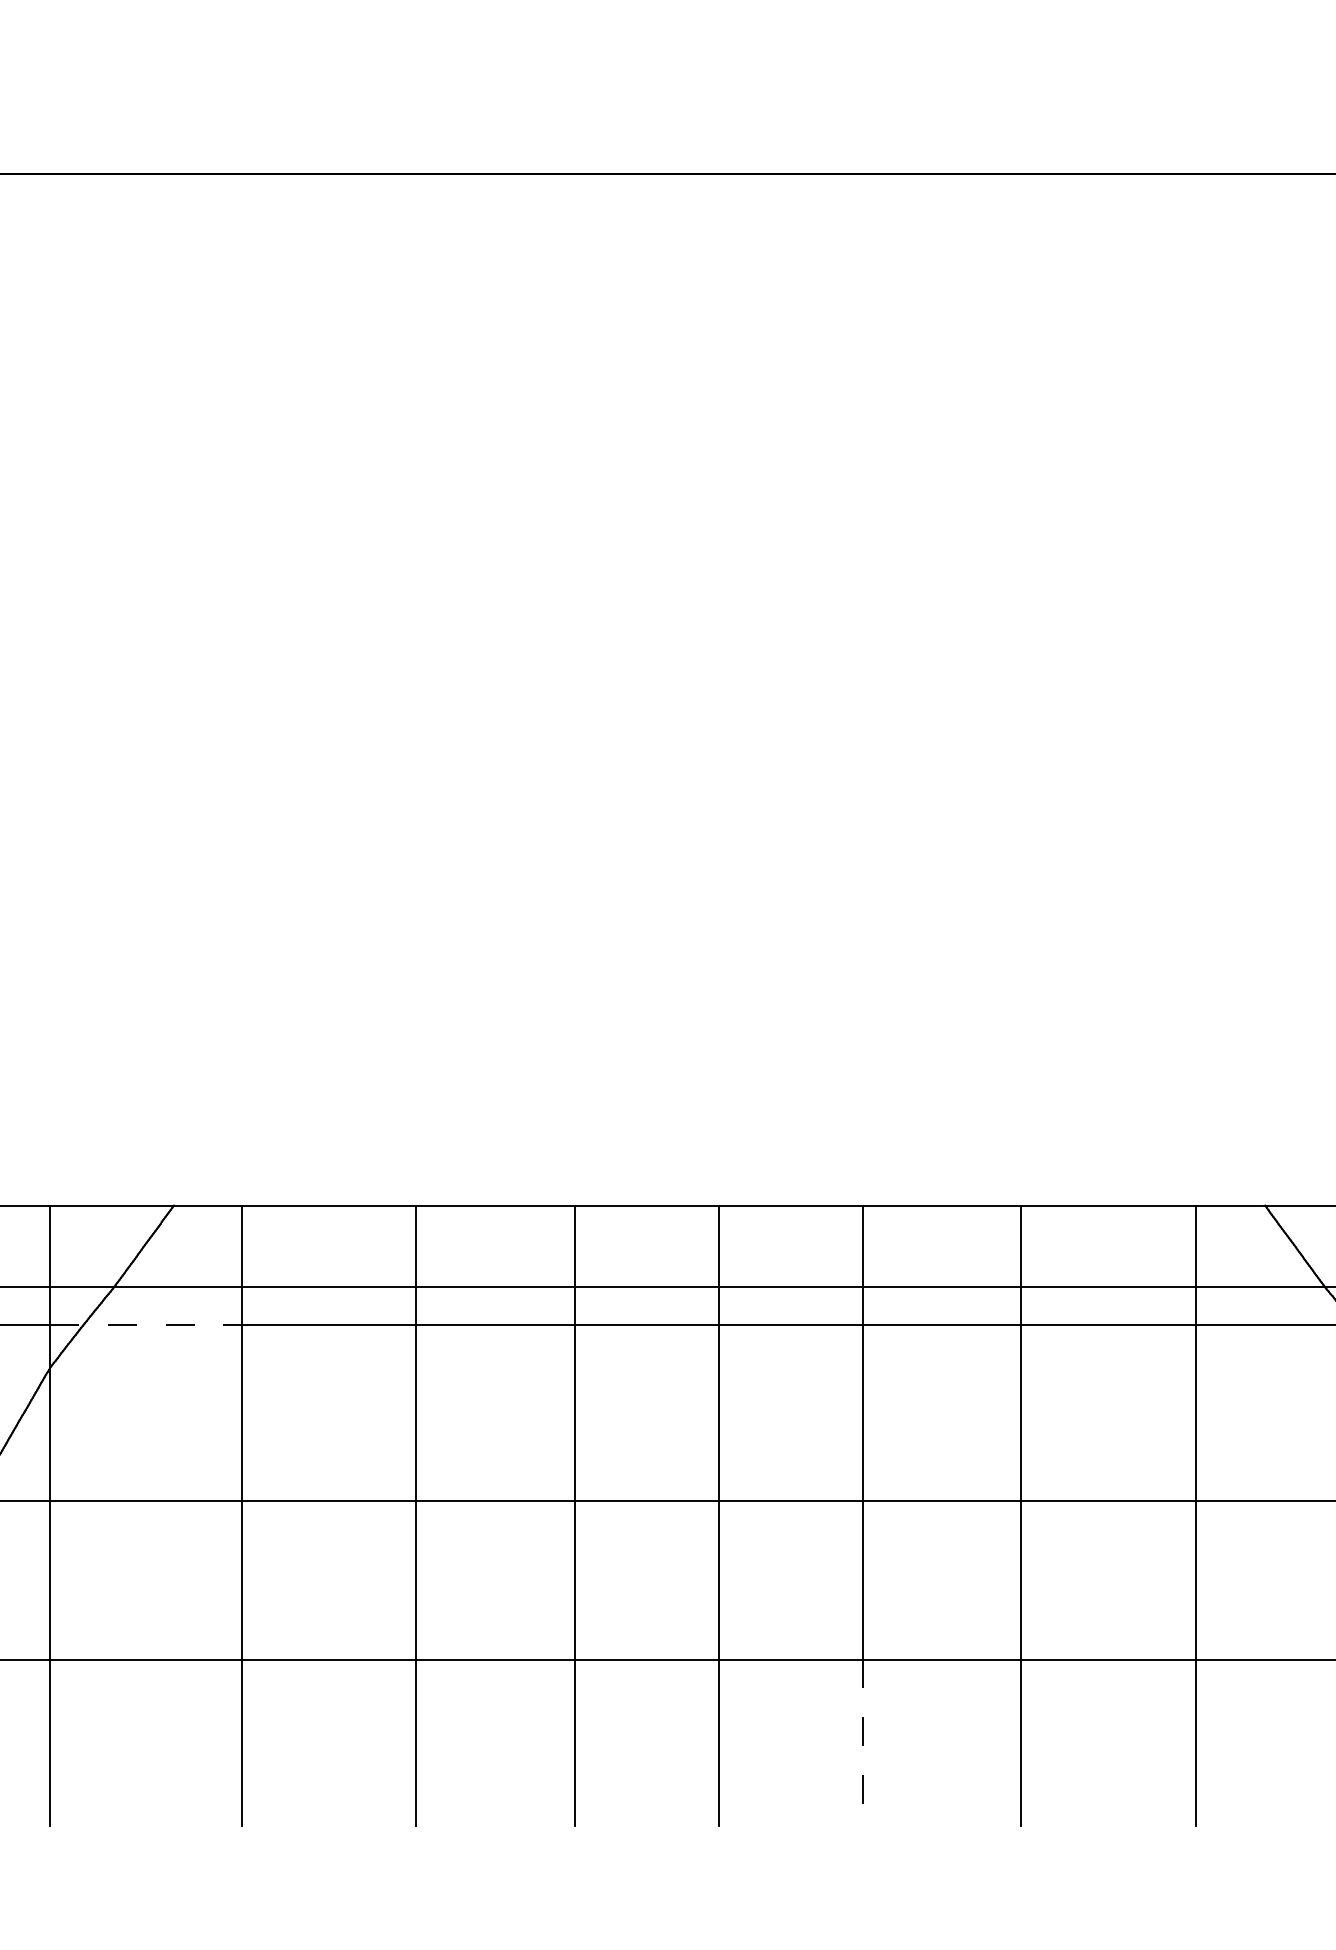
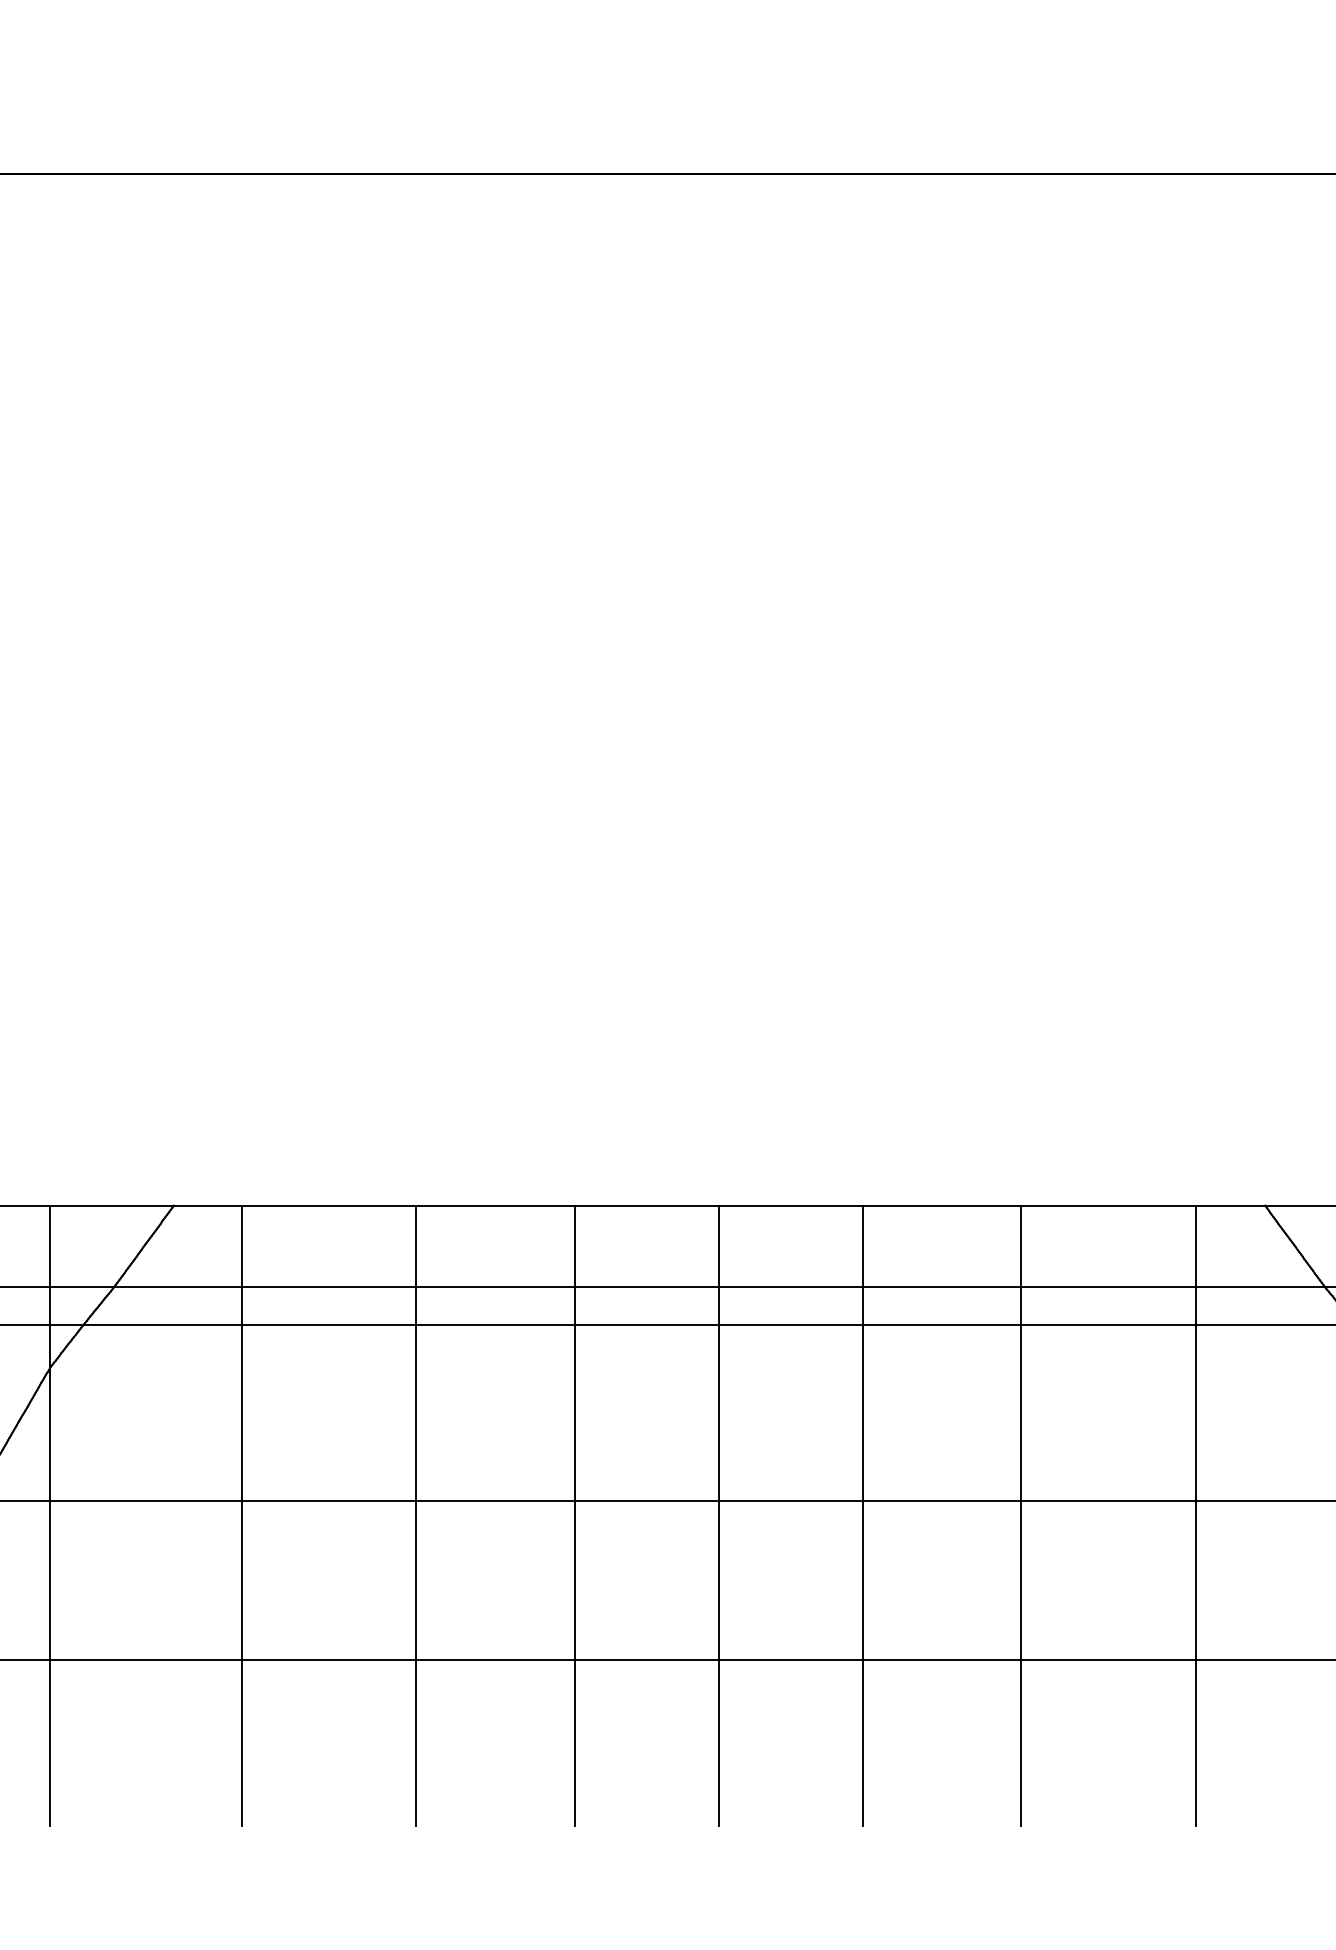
line at (146, 1325): dashed -> solid
line at (862, 1743): dashed -> solid
